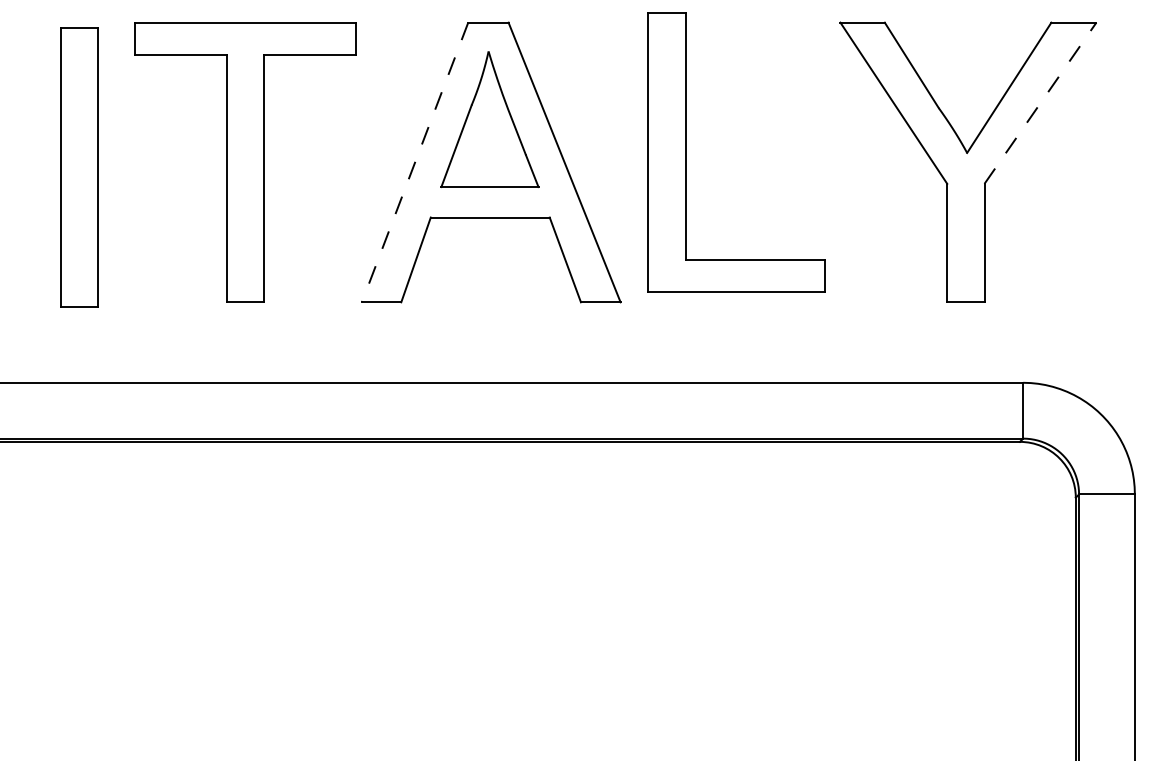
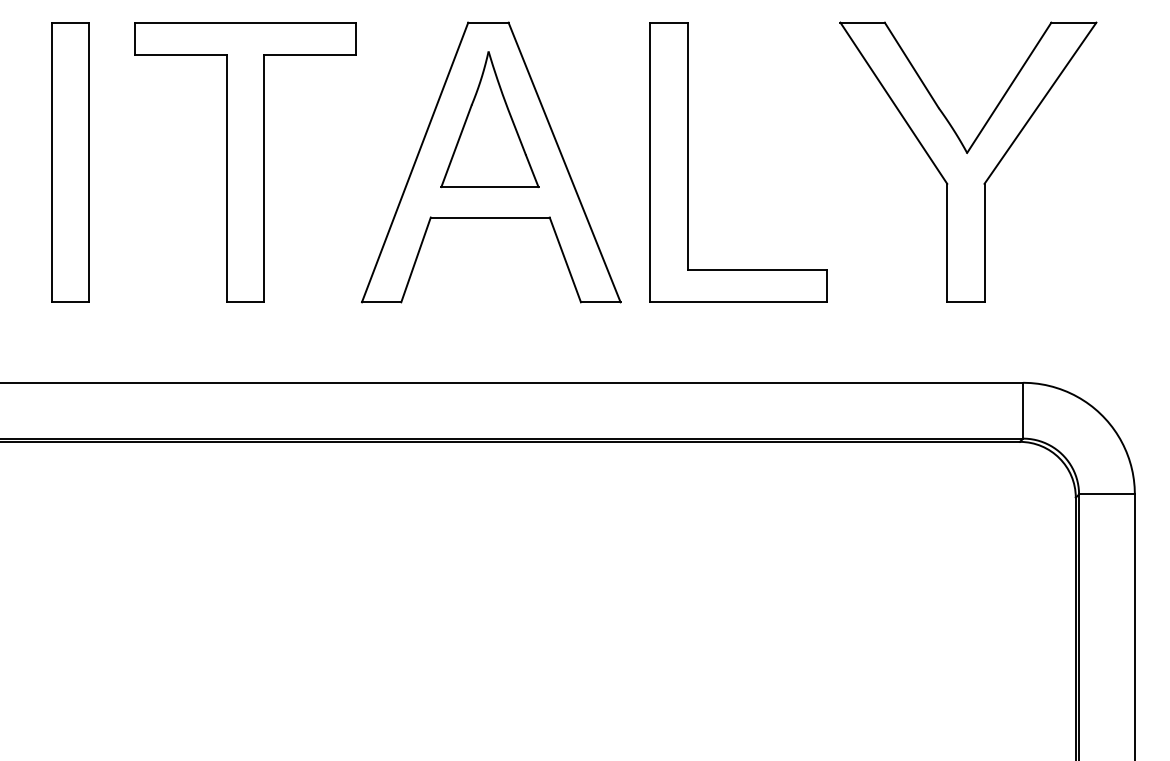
line at (1040, 102): dashed -> solid
part at (686, 152) position: (686, 152) -> (688, 162)
line at (415, 162): dashed -> solid
part at (79, 167) position: (79, 167) -> (70, 162)
